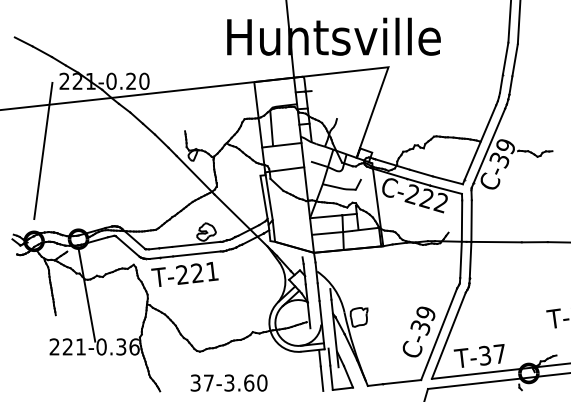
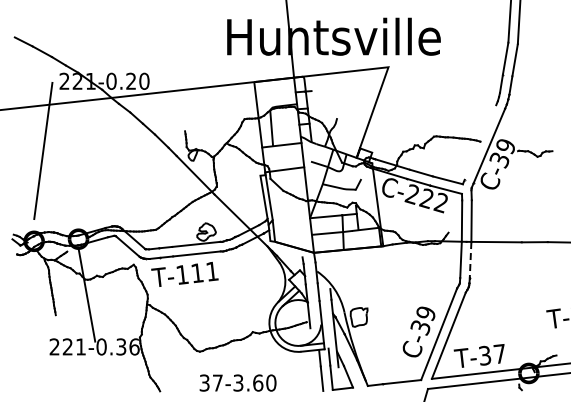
line at (480, 142): present -> none
line at (470, 260): solid -> dashed
text at (189, 273): T-221 -> T-111
text at (228, 382) position: (228, 382) -> (237, 382)
